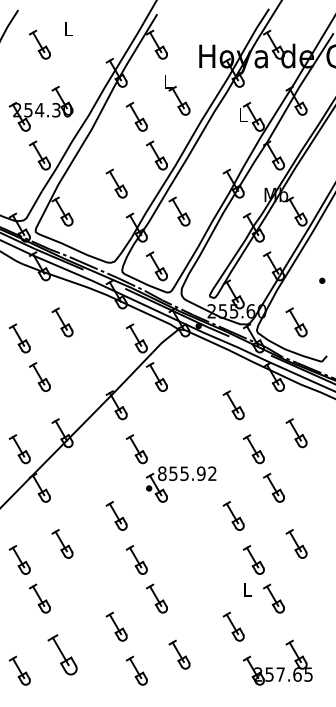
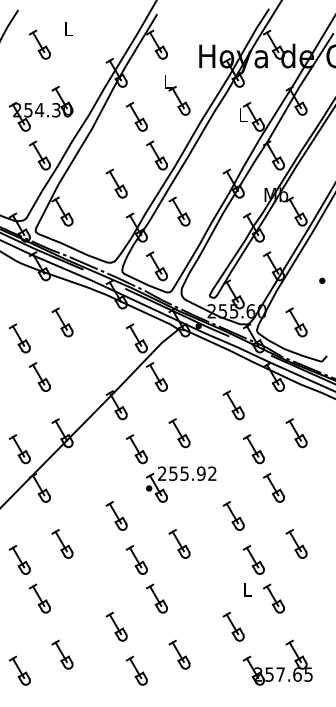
part at (179, 433): none -> present
text at (162, 473): 855.92 -> 255.92
part at (179, 543): none -> present
part at (62, 654) size: 31x42 px -> 23x31 px
